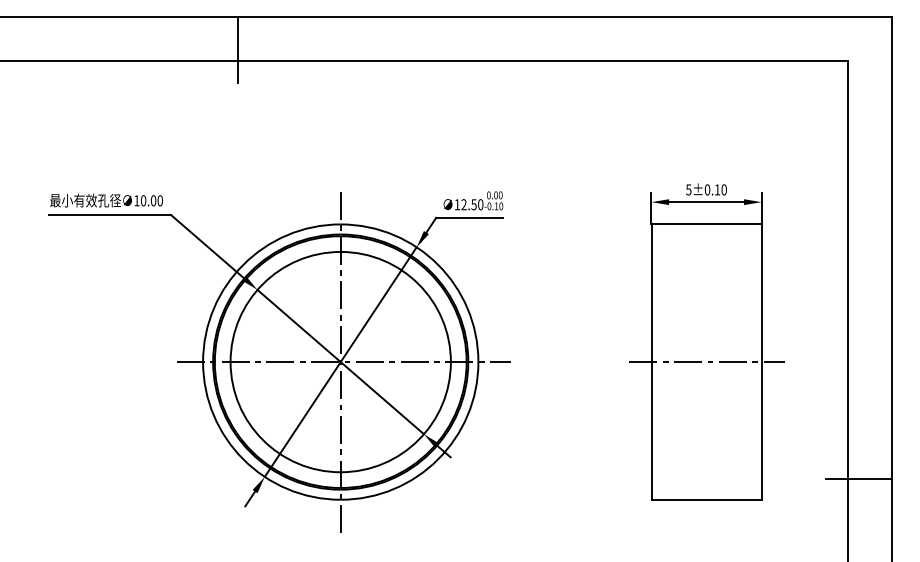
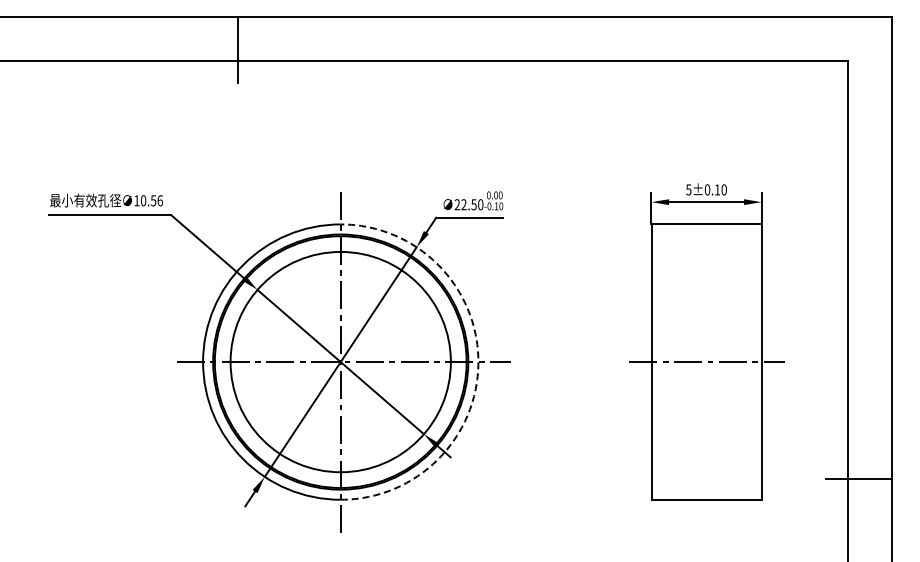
text at (156, 200): 10.00 -> 10.56
text at (457, 204): 12.50 -> 22.50
arc at (478, 362): solid -> dashed
